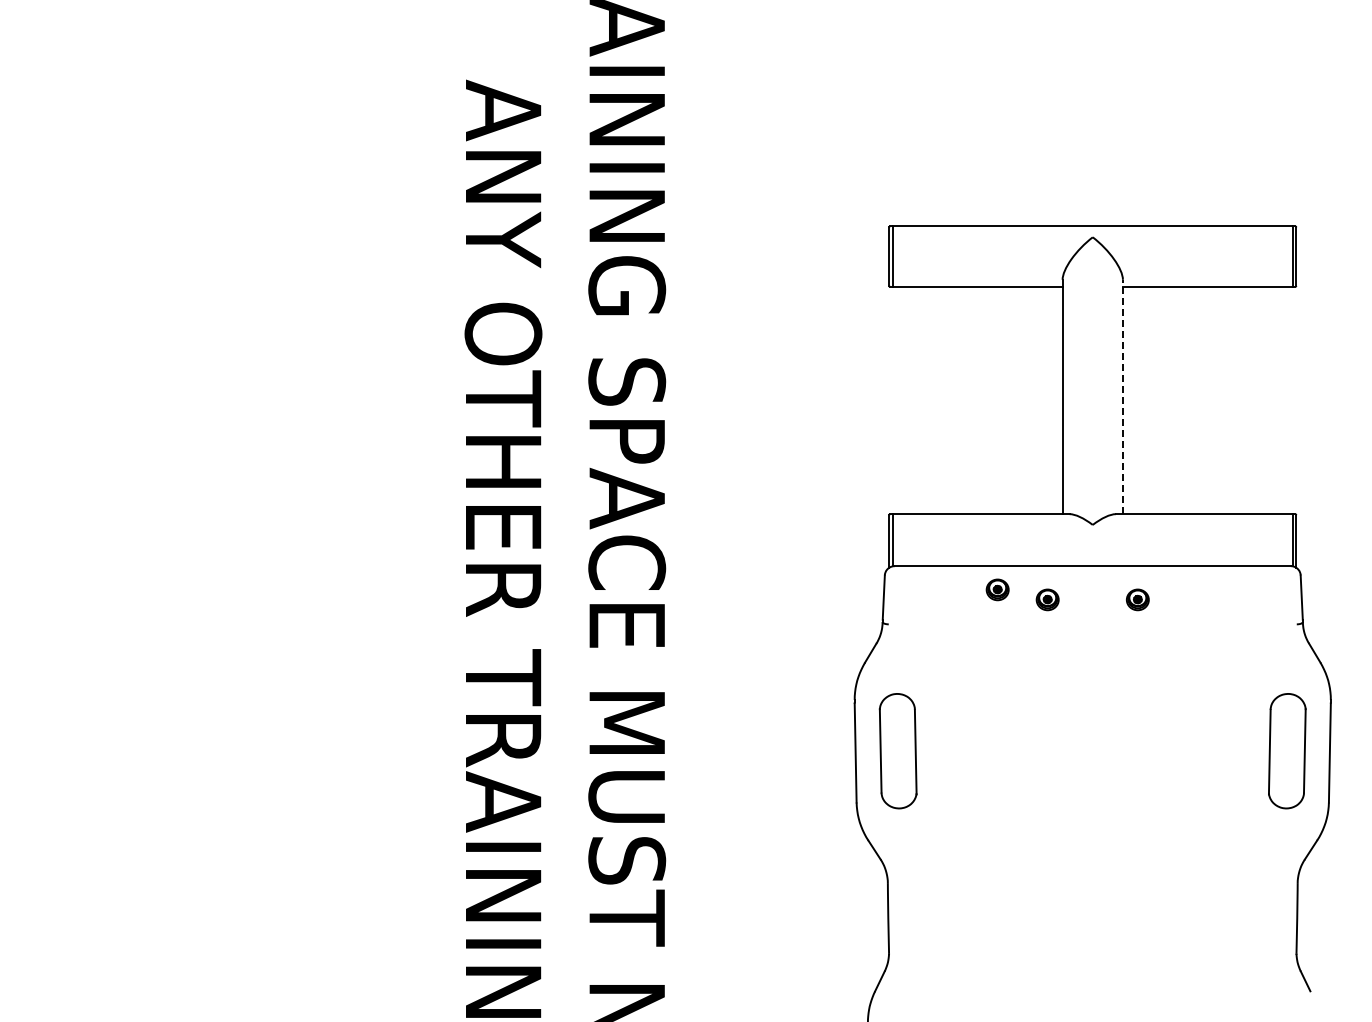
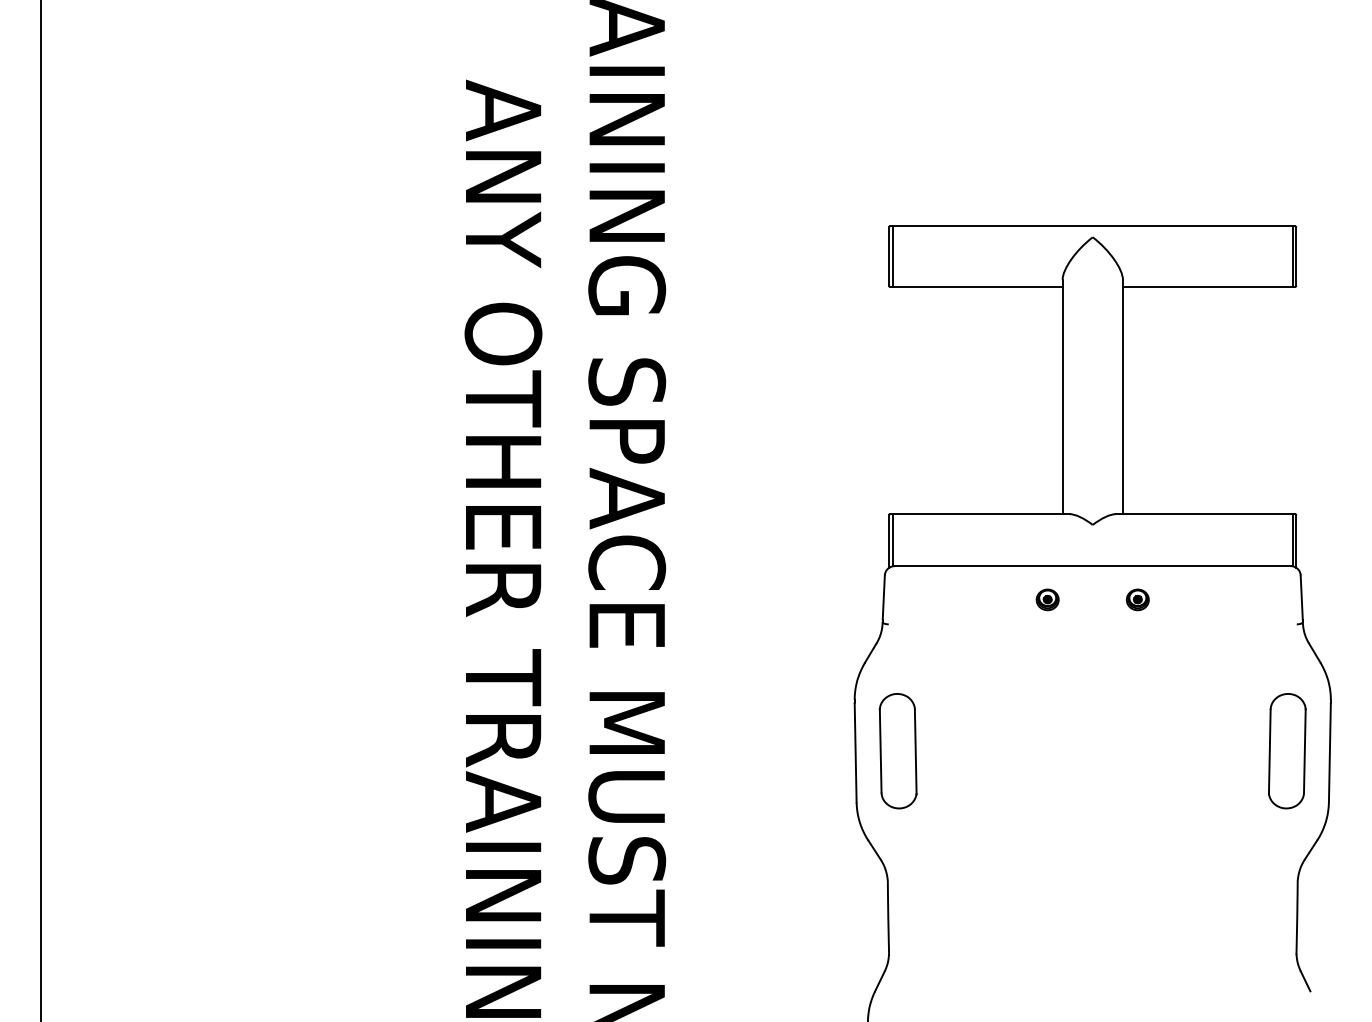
line at (1122, 396): dashed -> solid
line at (41, 510): none -> present
part at (997, 589): present -> none
